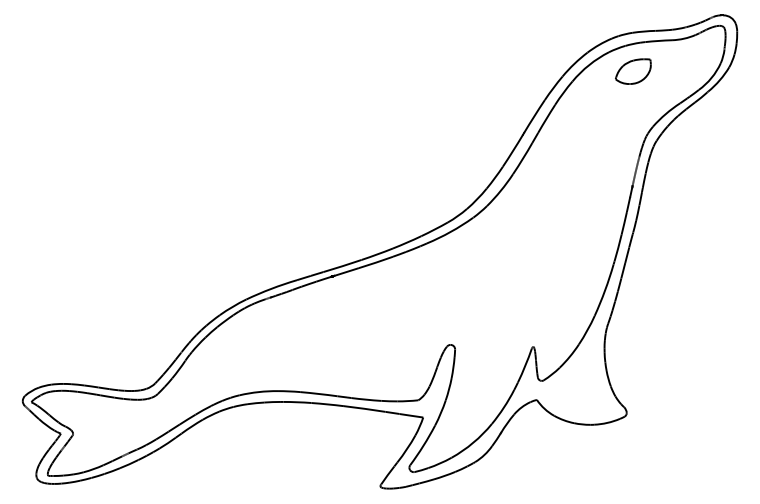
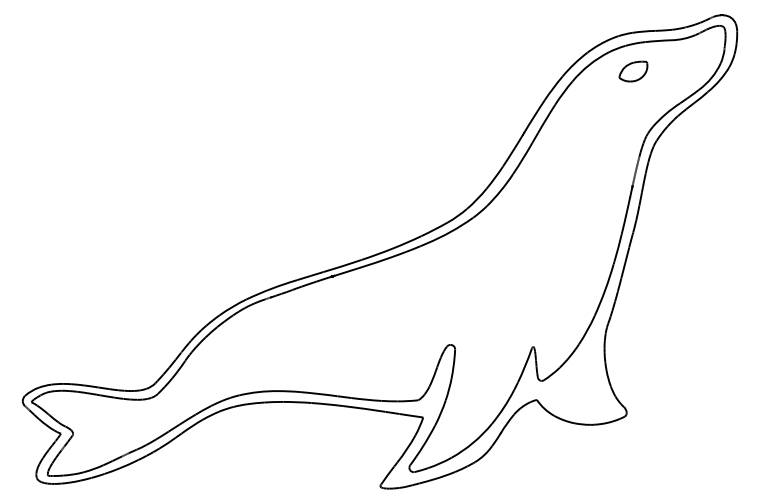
part at (633, 71) size: 37x27 px -> 31x23 px
